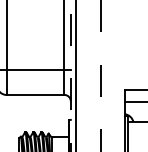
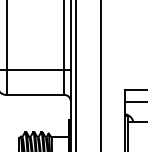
line at (70, 75): dashed -> solid
line at (101, 75): dashed -> solid
